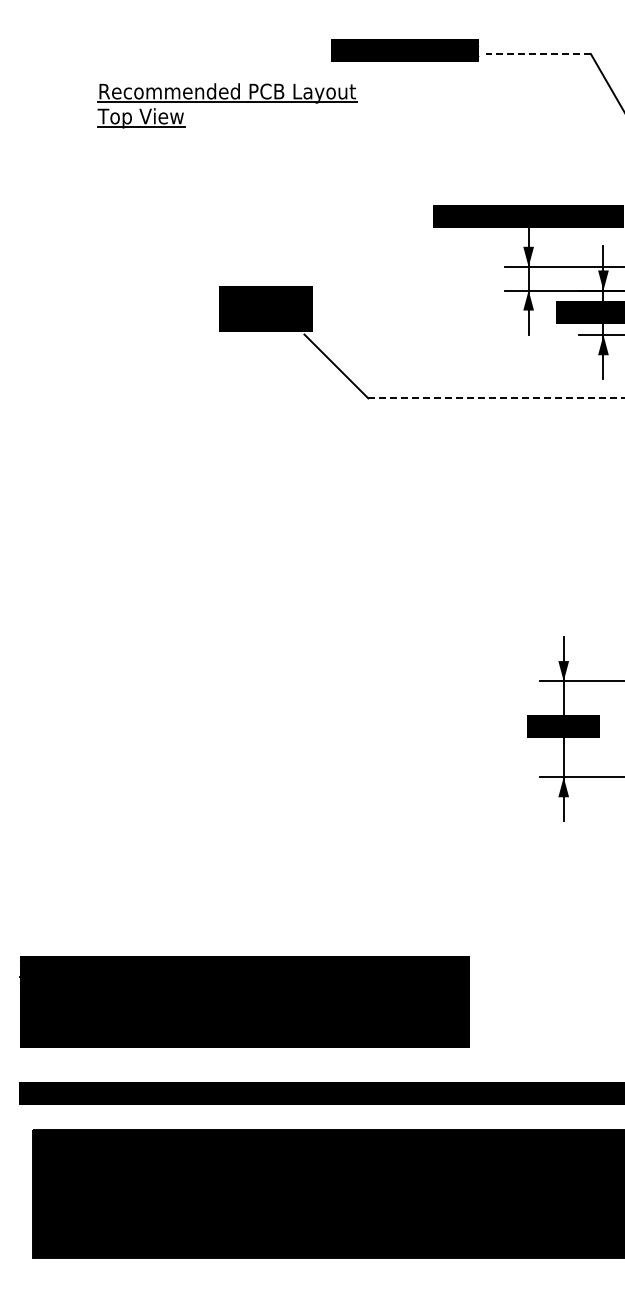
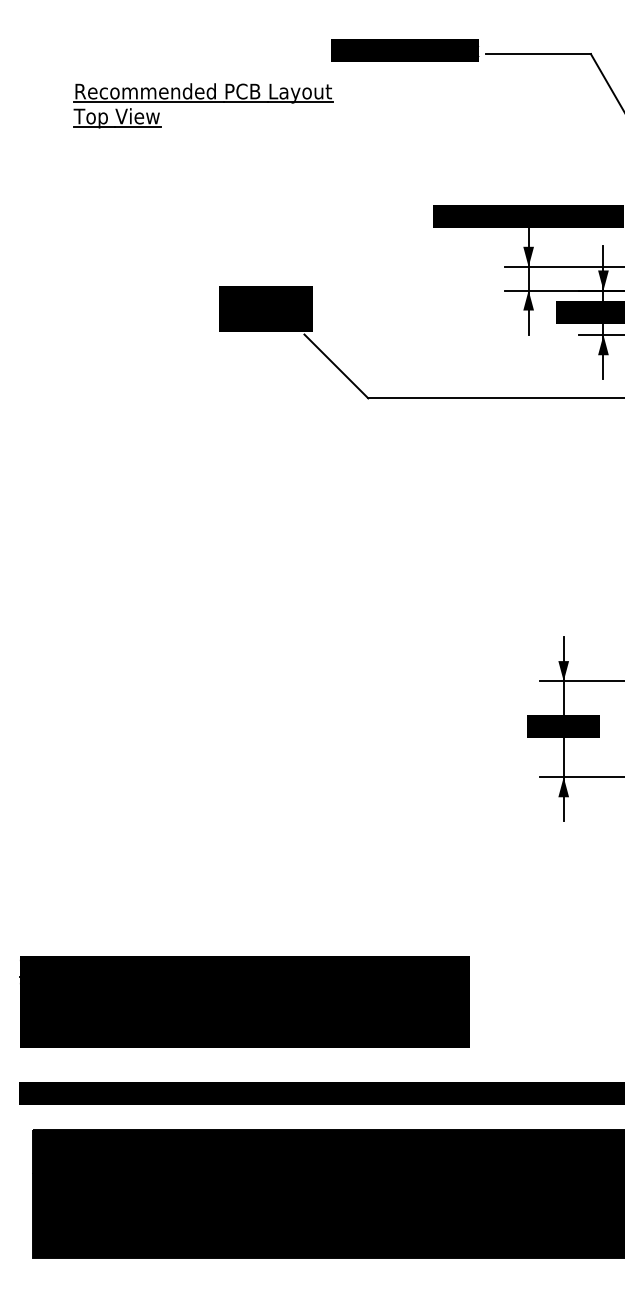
line at (538, 54): dashed -> solid
part at (227, 105) position: (227, 105) -> (203, 105)
line at (496, 398): dashed -> solid
